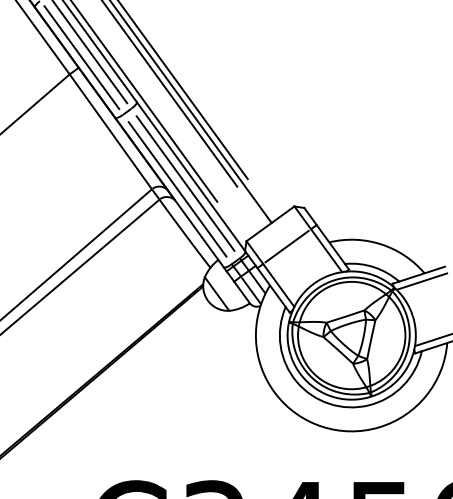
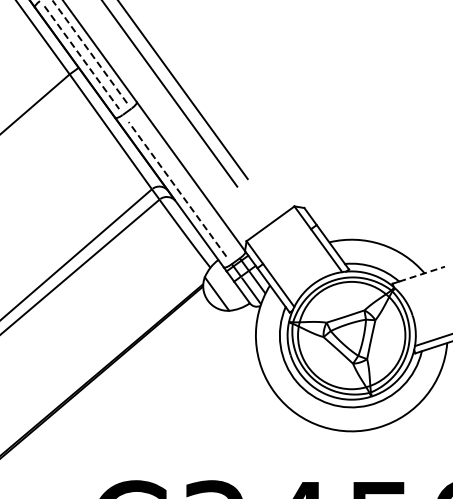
line at (89, 51): solid -> dashed
line at (81, 57): solid -> dashed
line at (144, 101): present -> none
line at (191, 112): present -> none
line at (185, 183): present -> none
line at (177, 188): solid -> dashed
line at (286, 246): present -> none
line at (422, 274): solid -> dashed
line at (421, 281): present -> none
